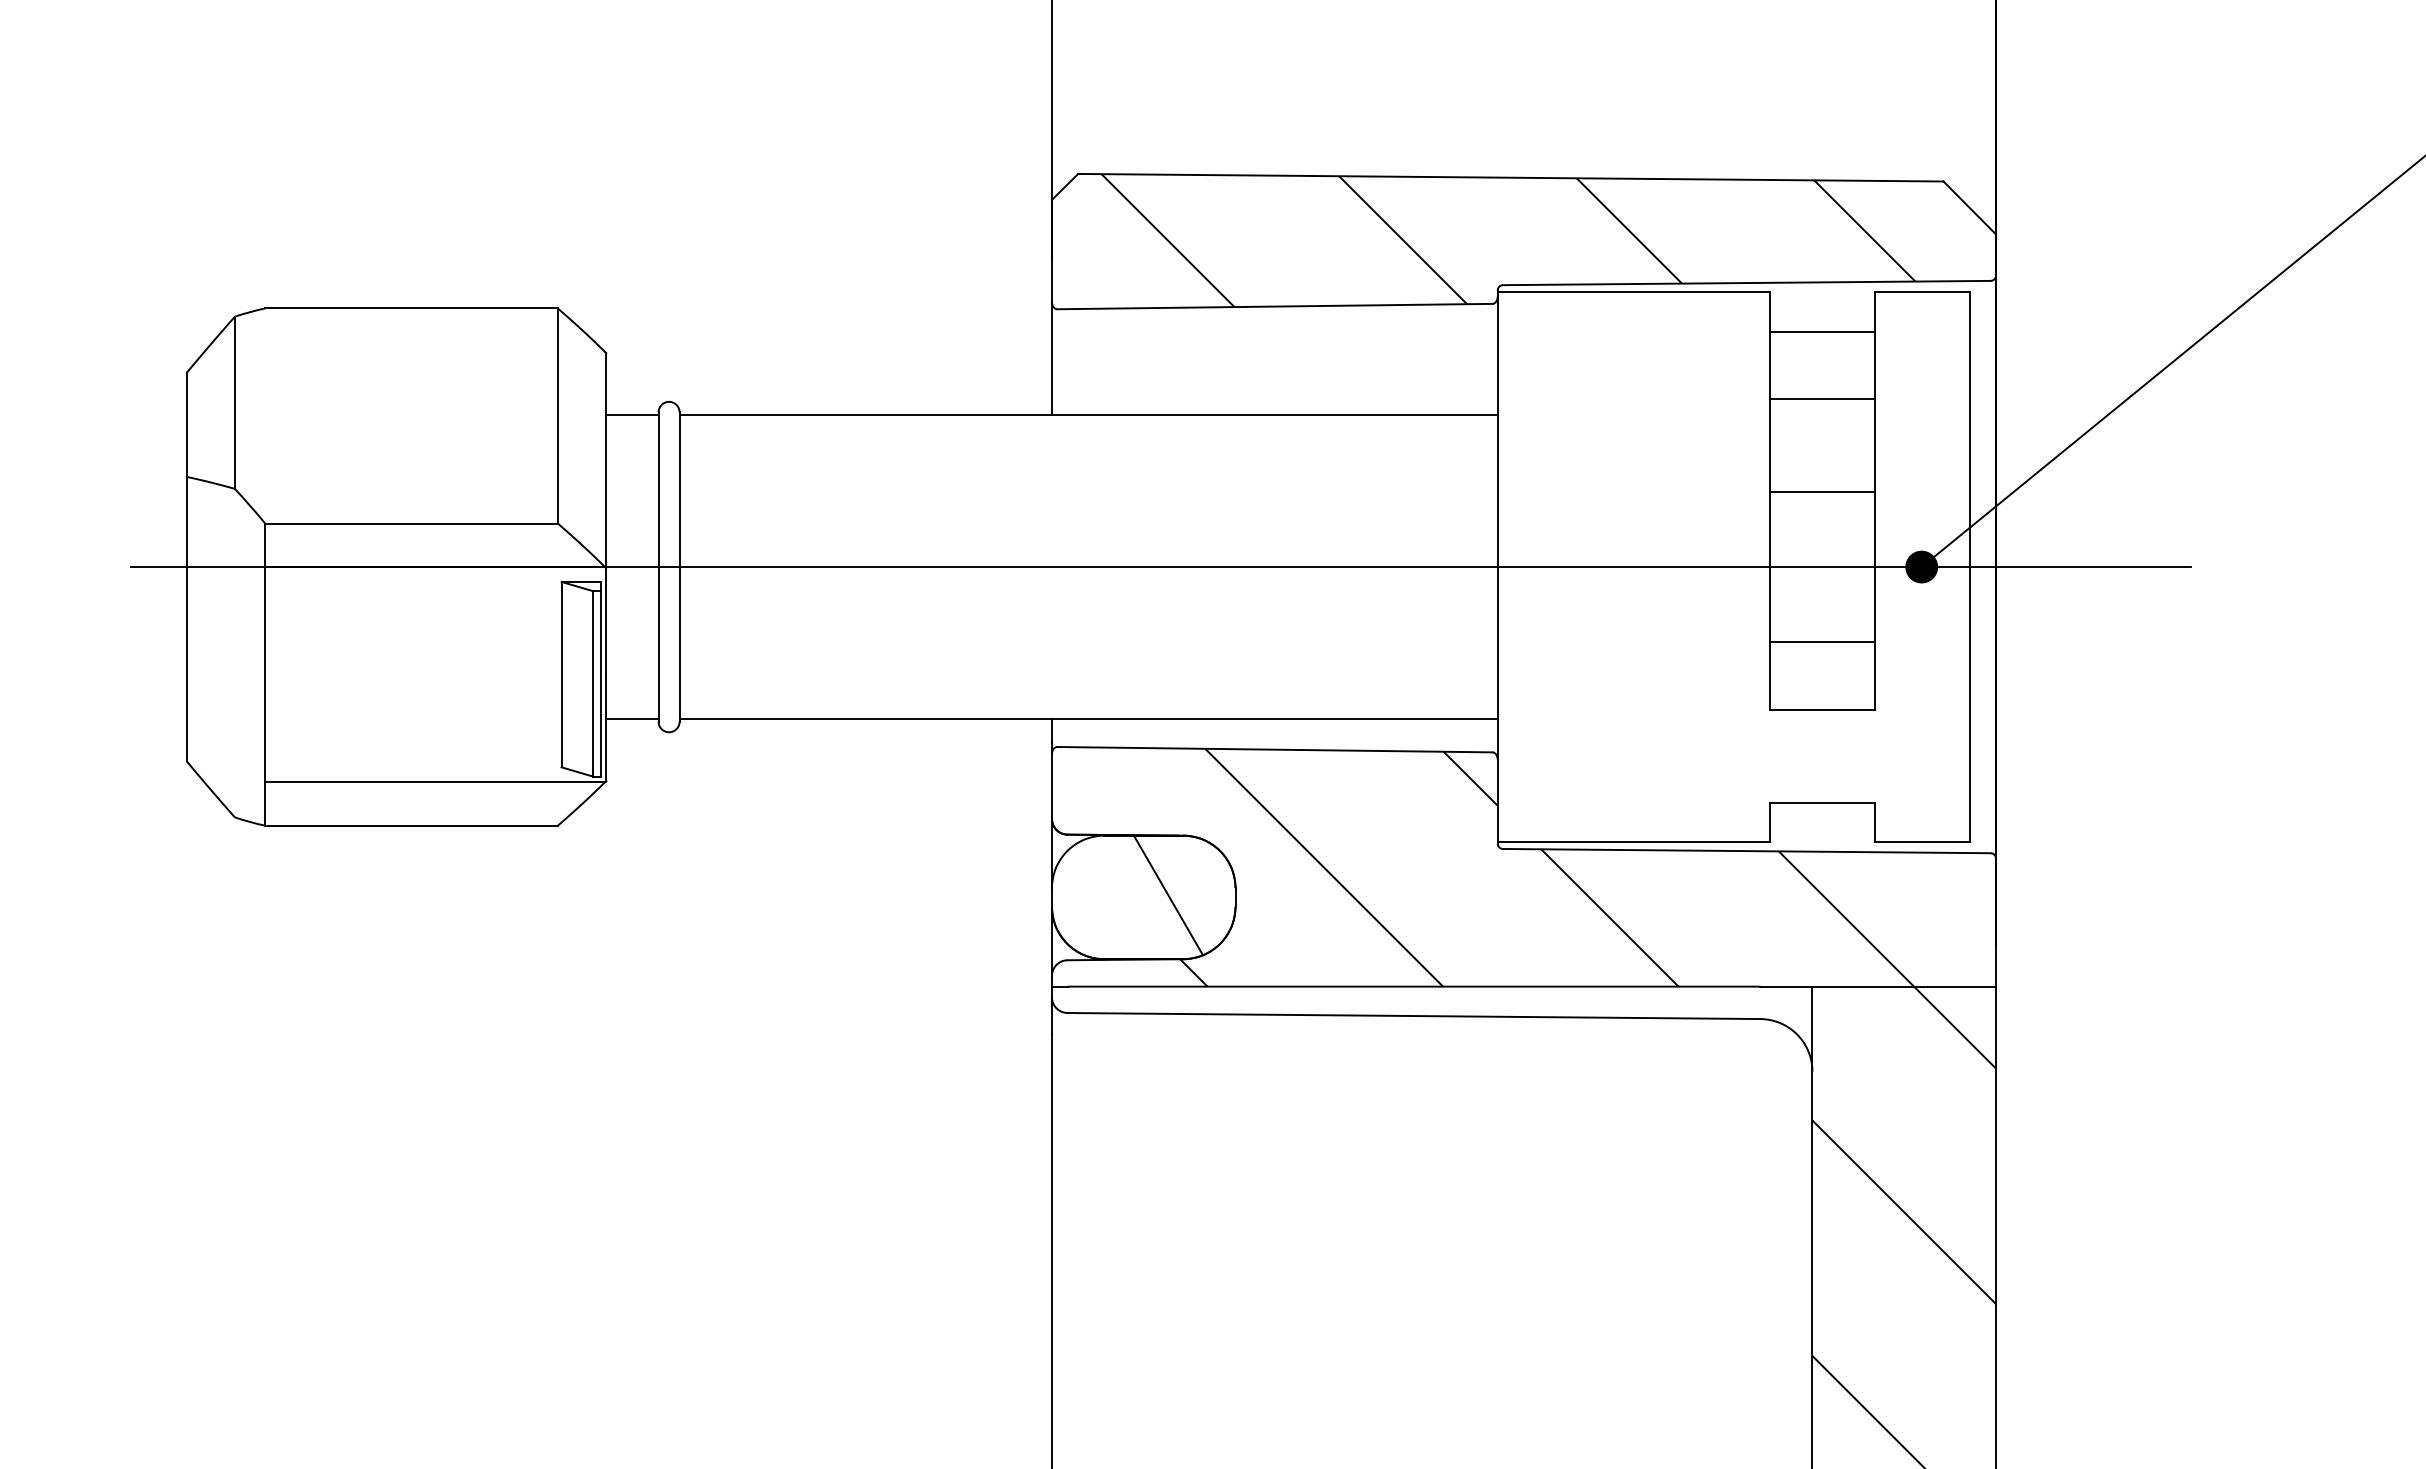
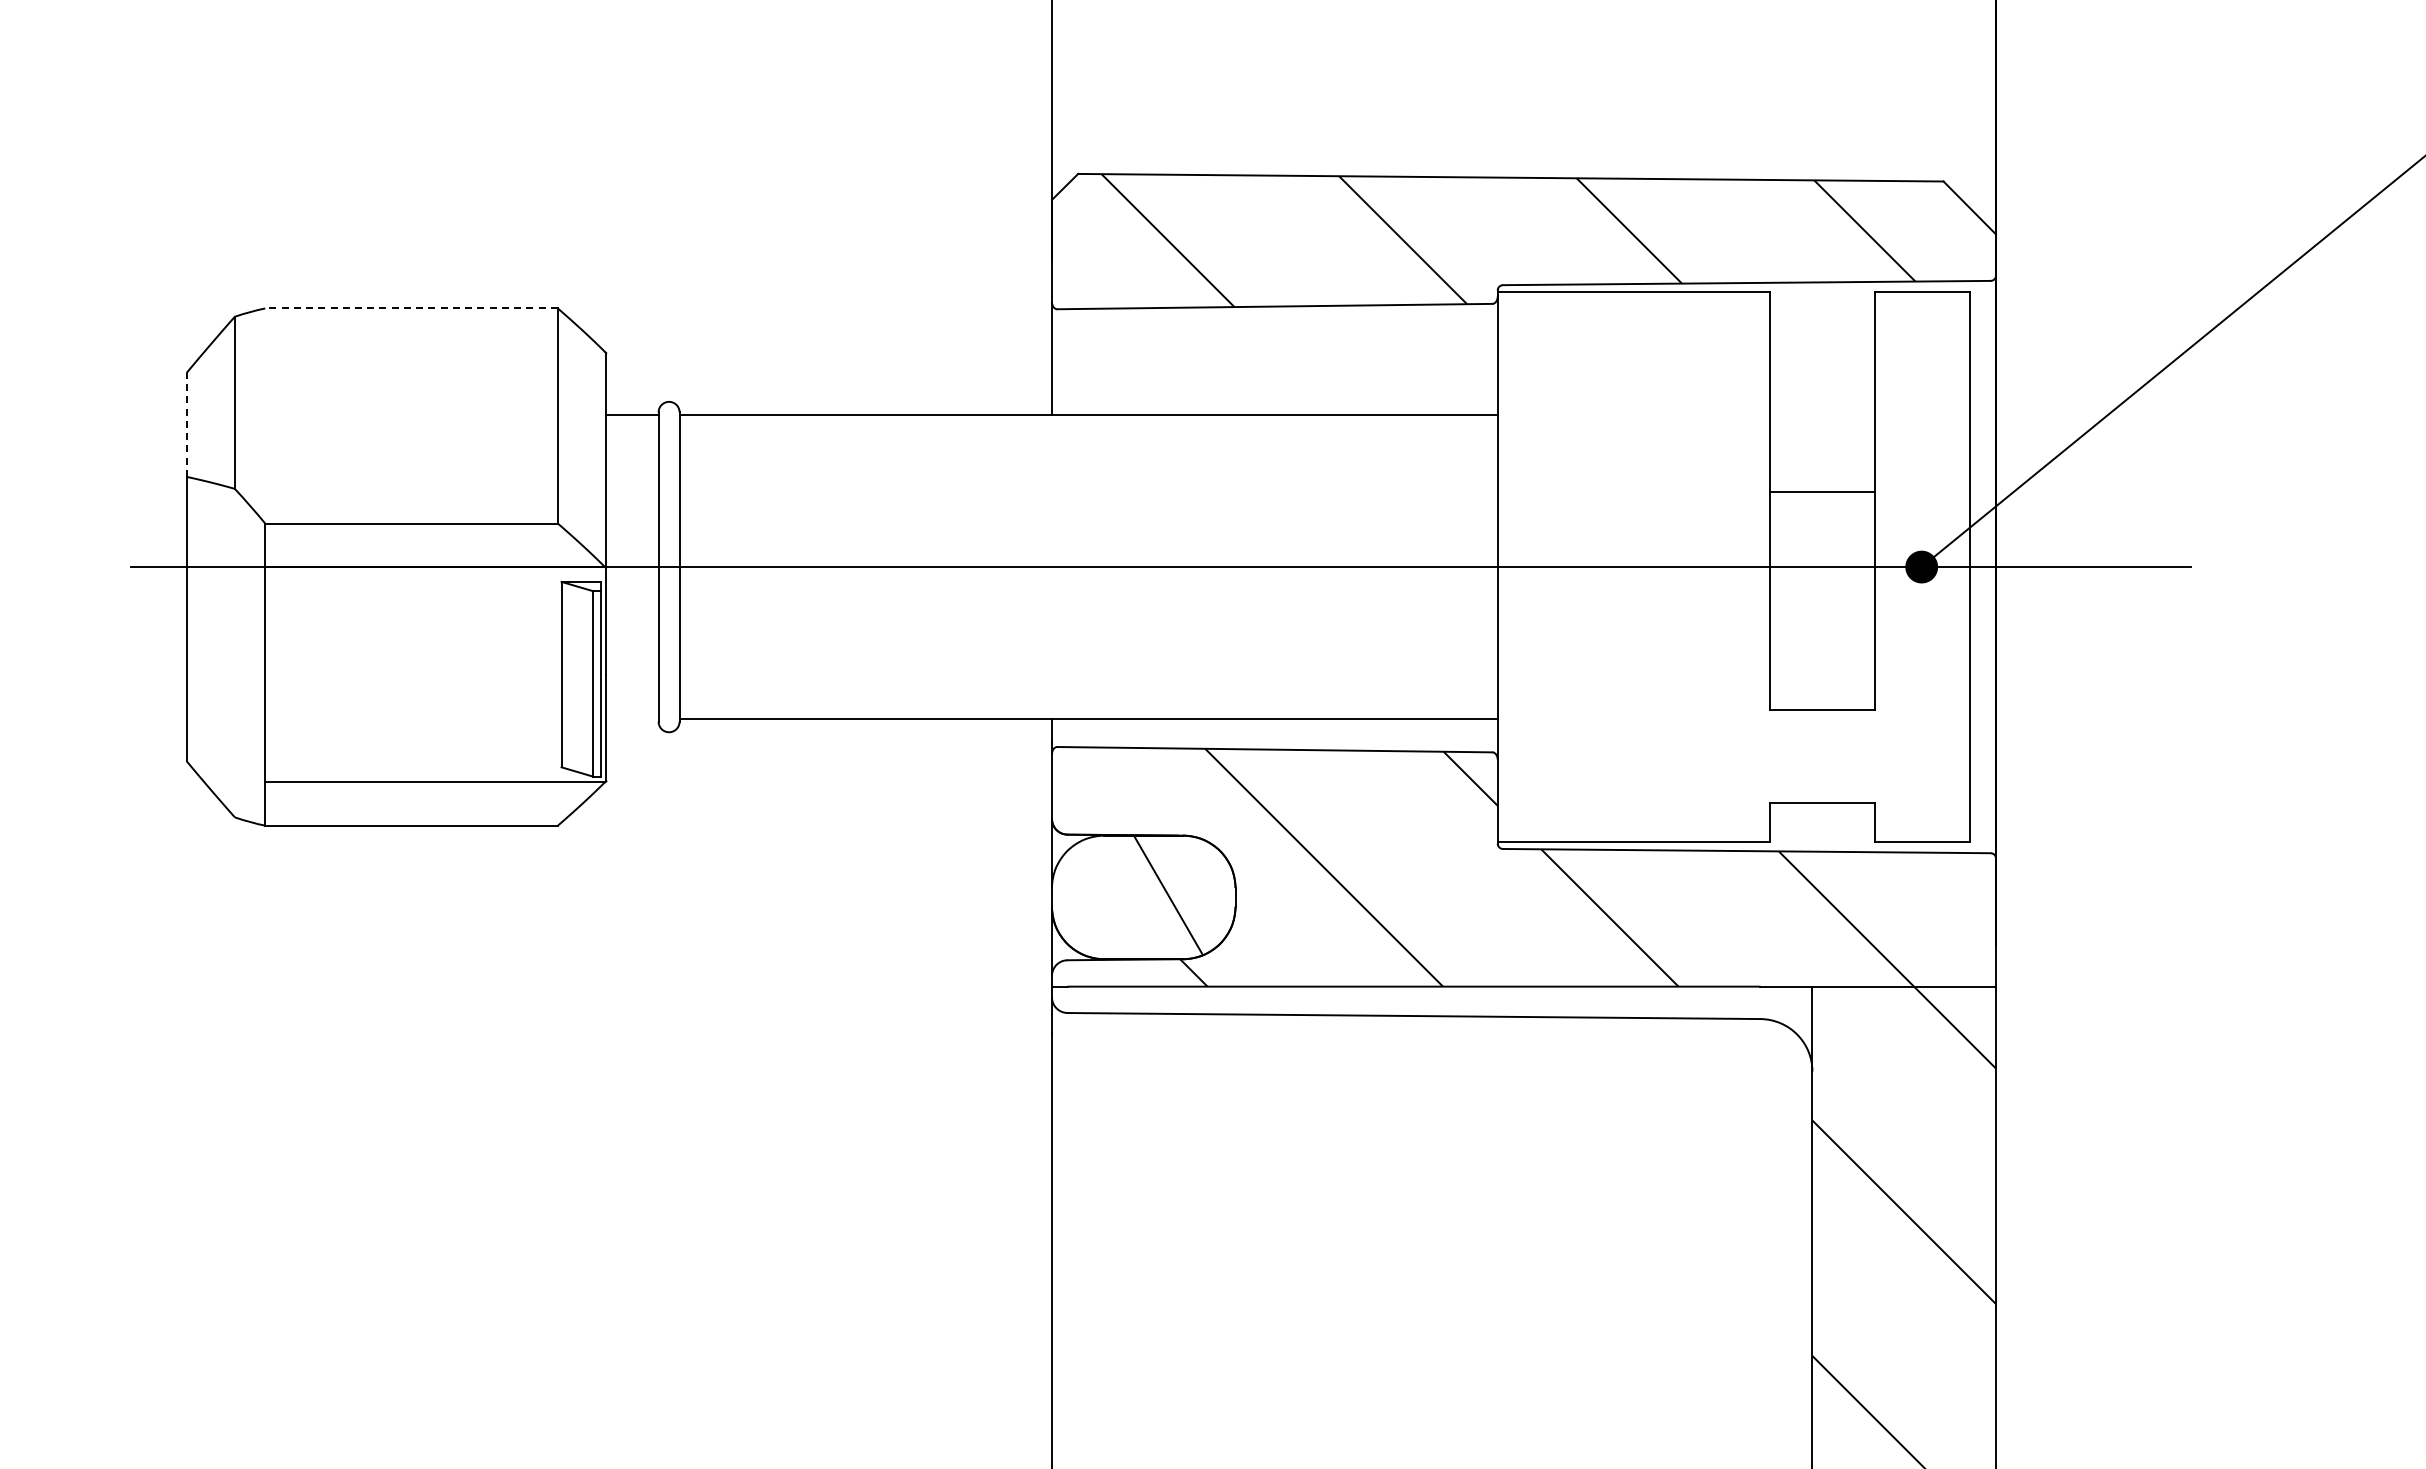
line at (411, 308): solid -> dashed
line at (1822, 331): present -> none
line at (1822, 399): present -> none
line at (186, 424): solid -> dashed
line at (1822, 641): present -> none
line at (632, 719): present -> none
